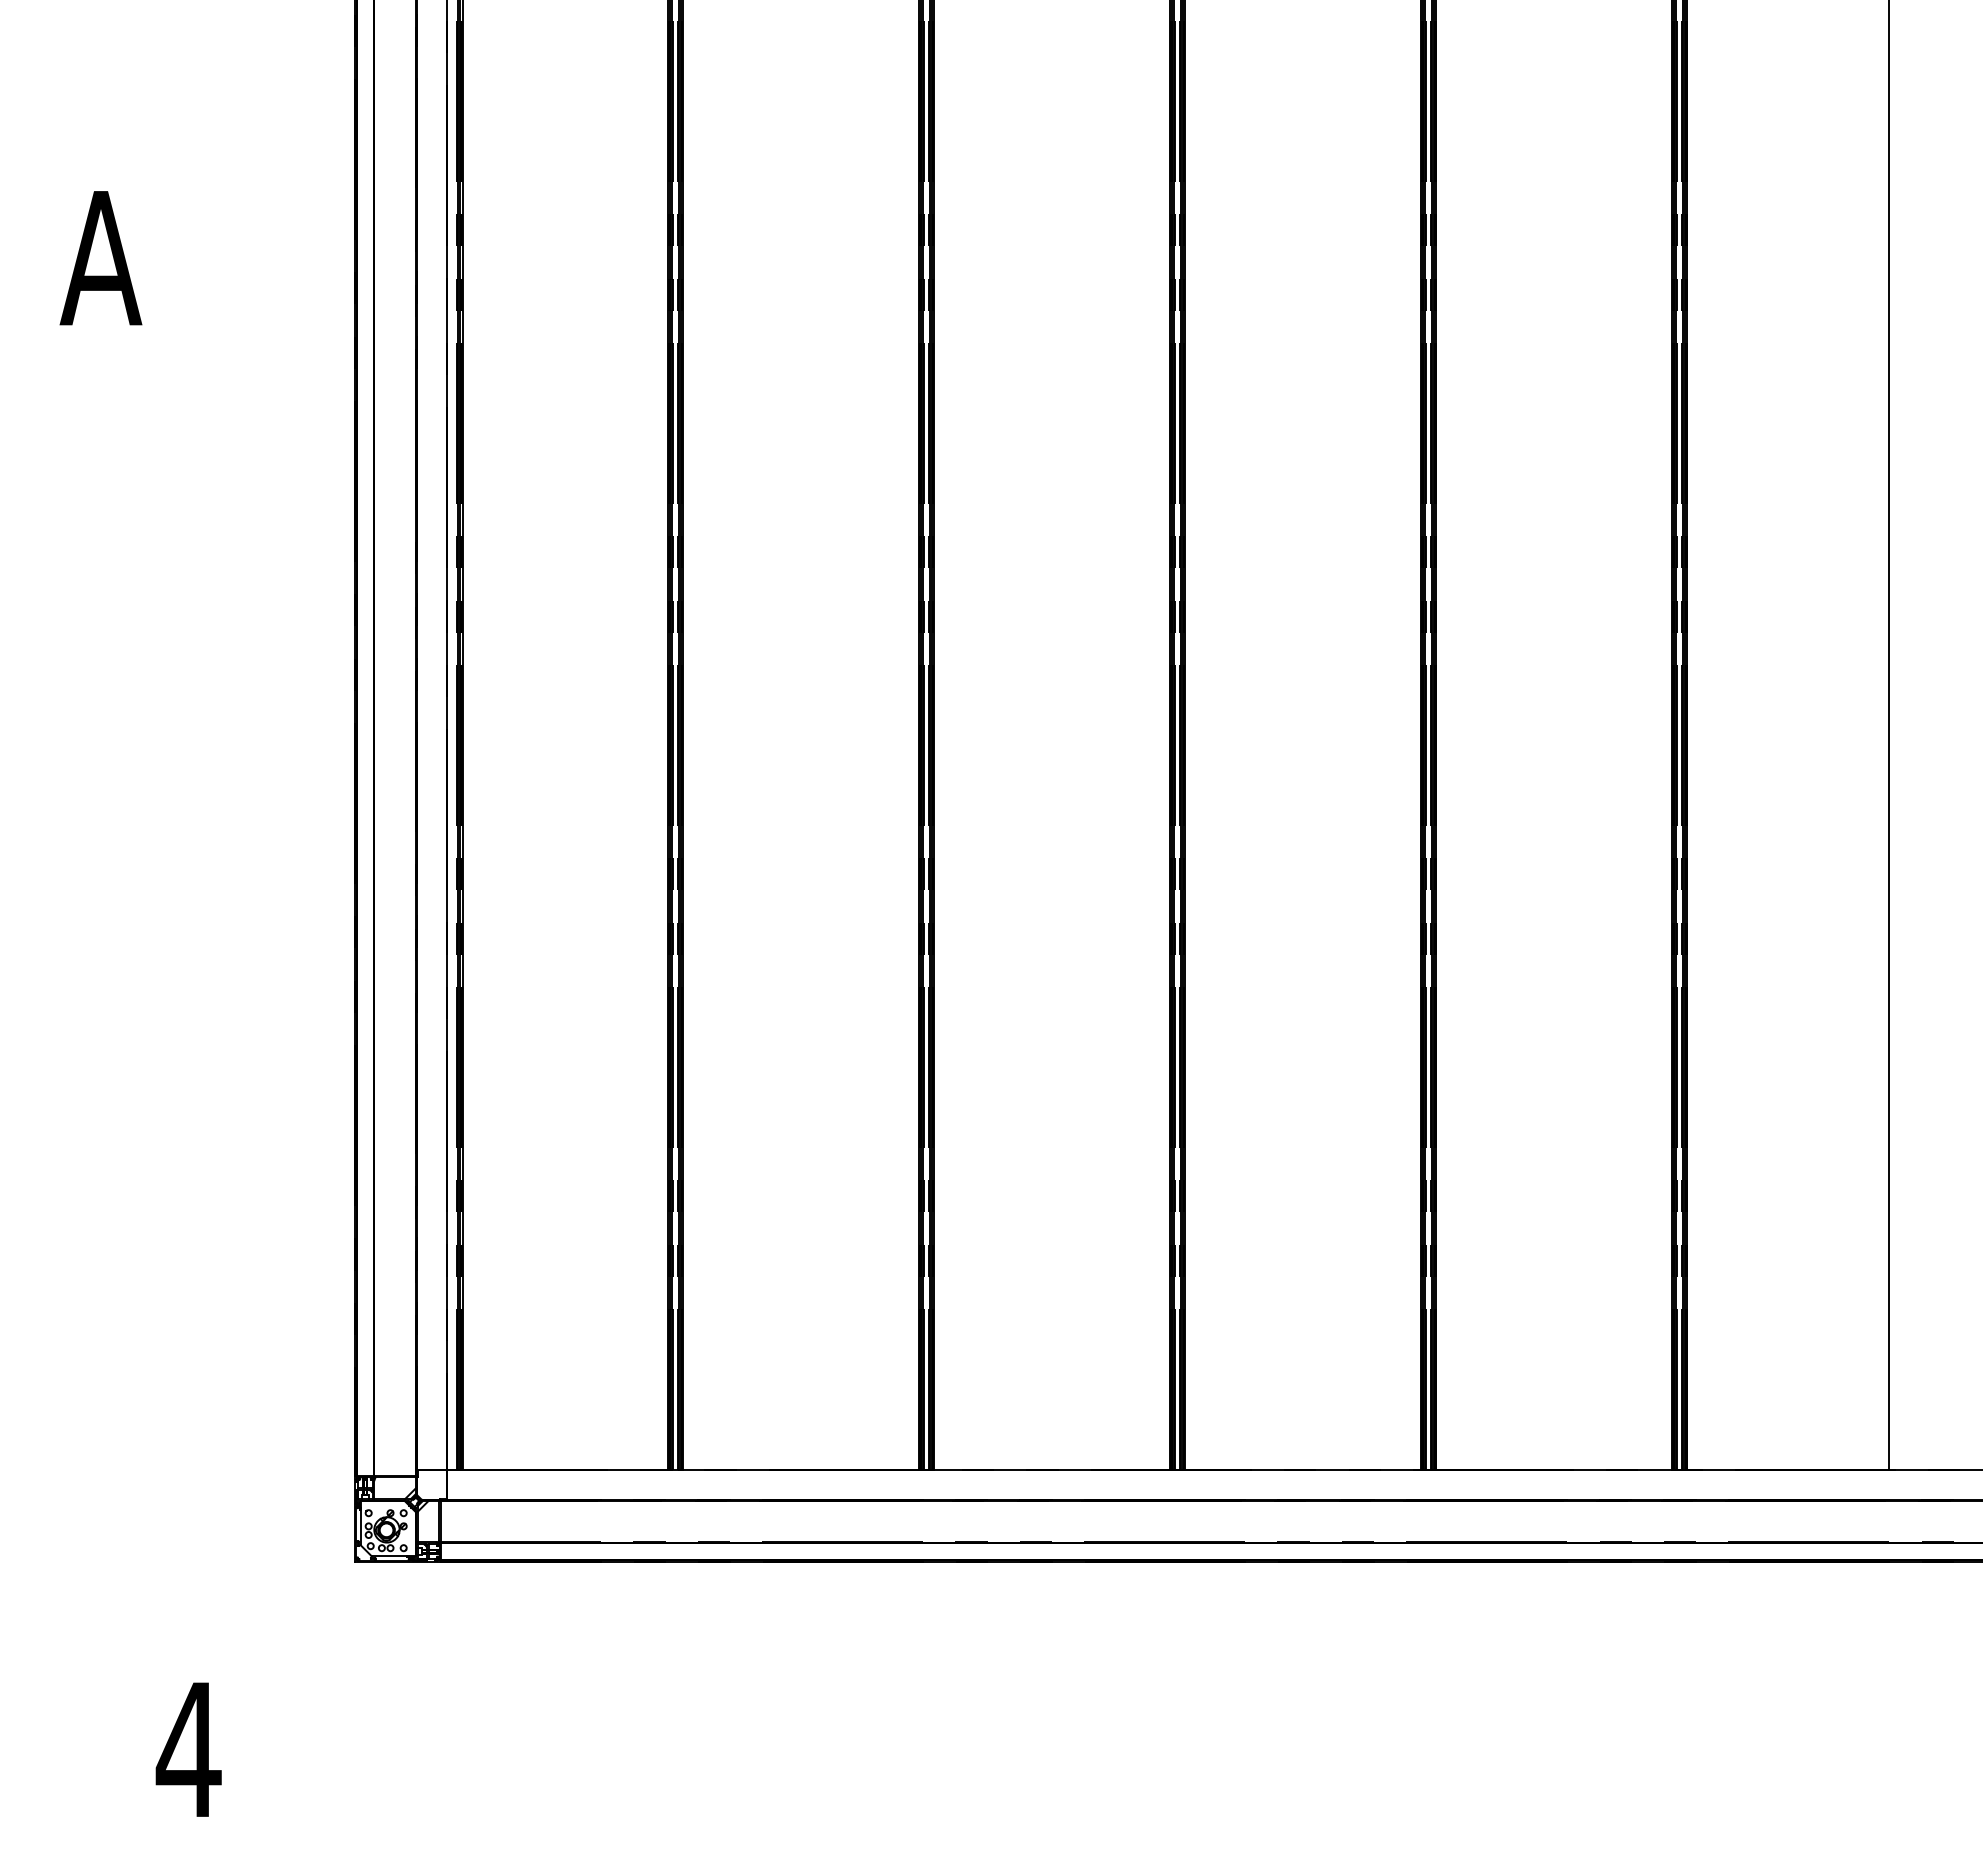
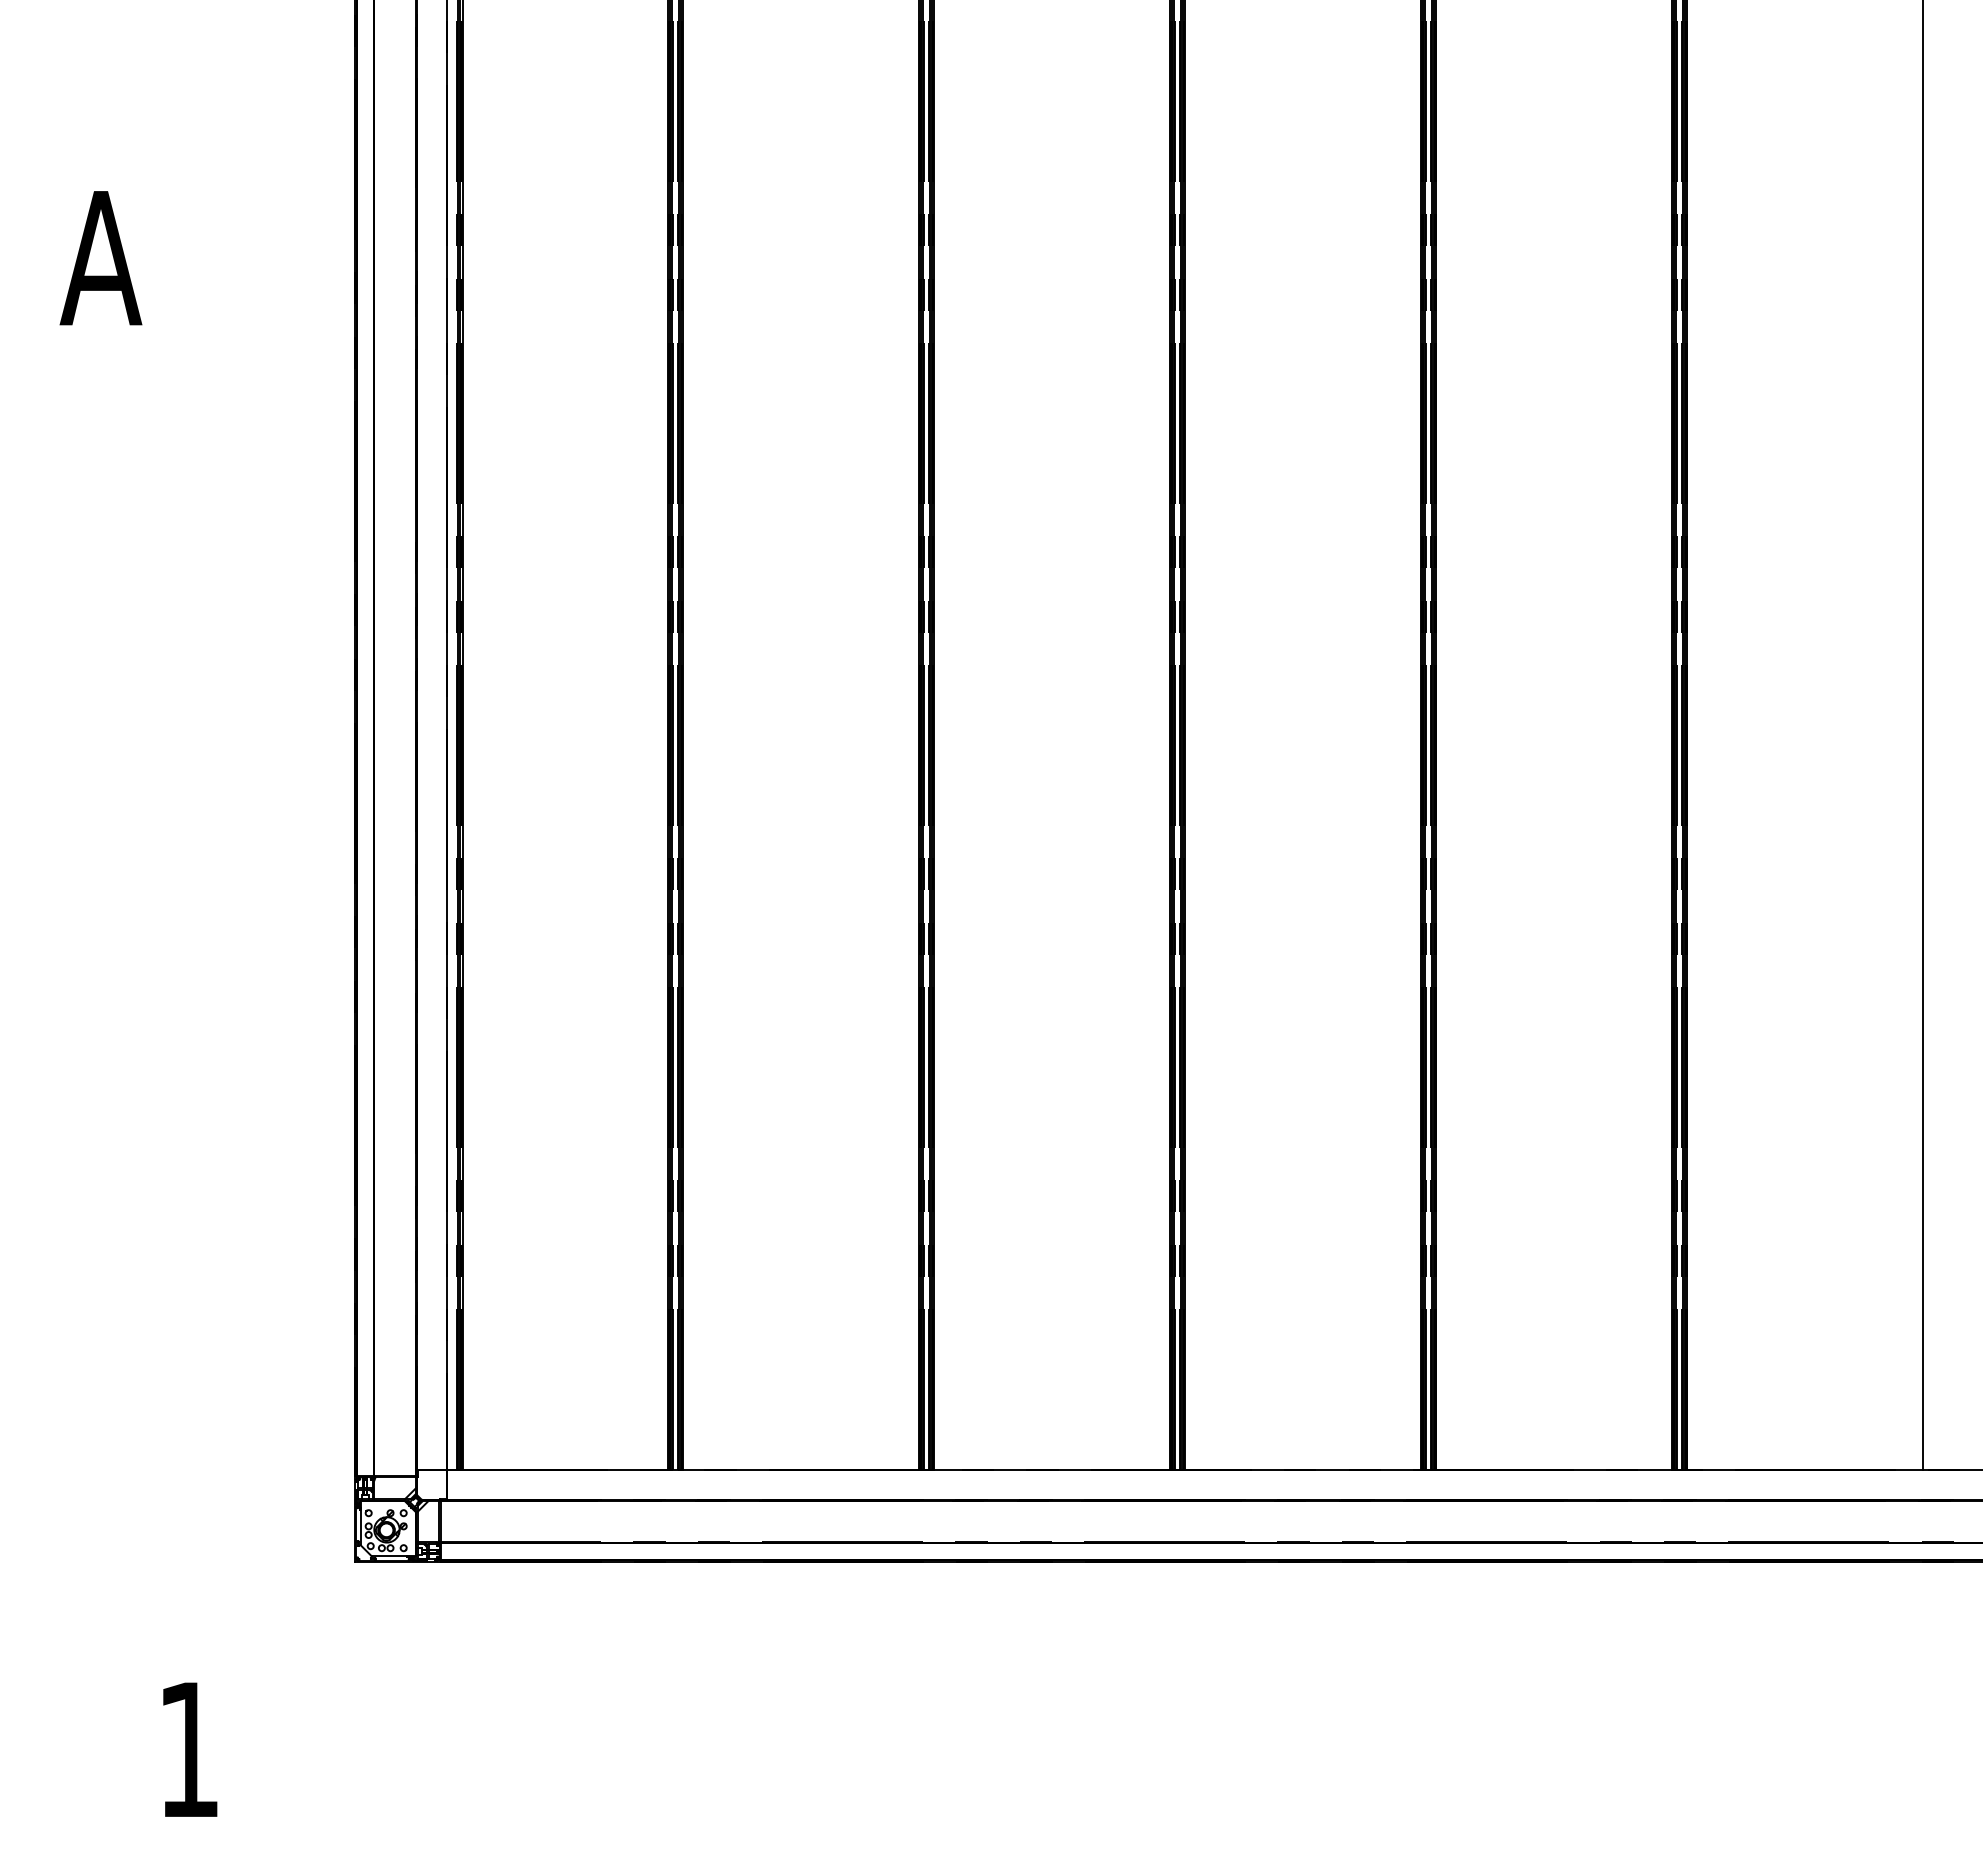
line at (1889, 736) position: (1889, 736) -> (1923, 736)
text at (188, 1749): 4 -> 1
